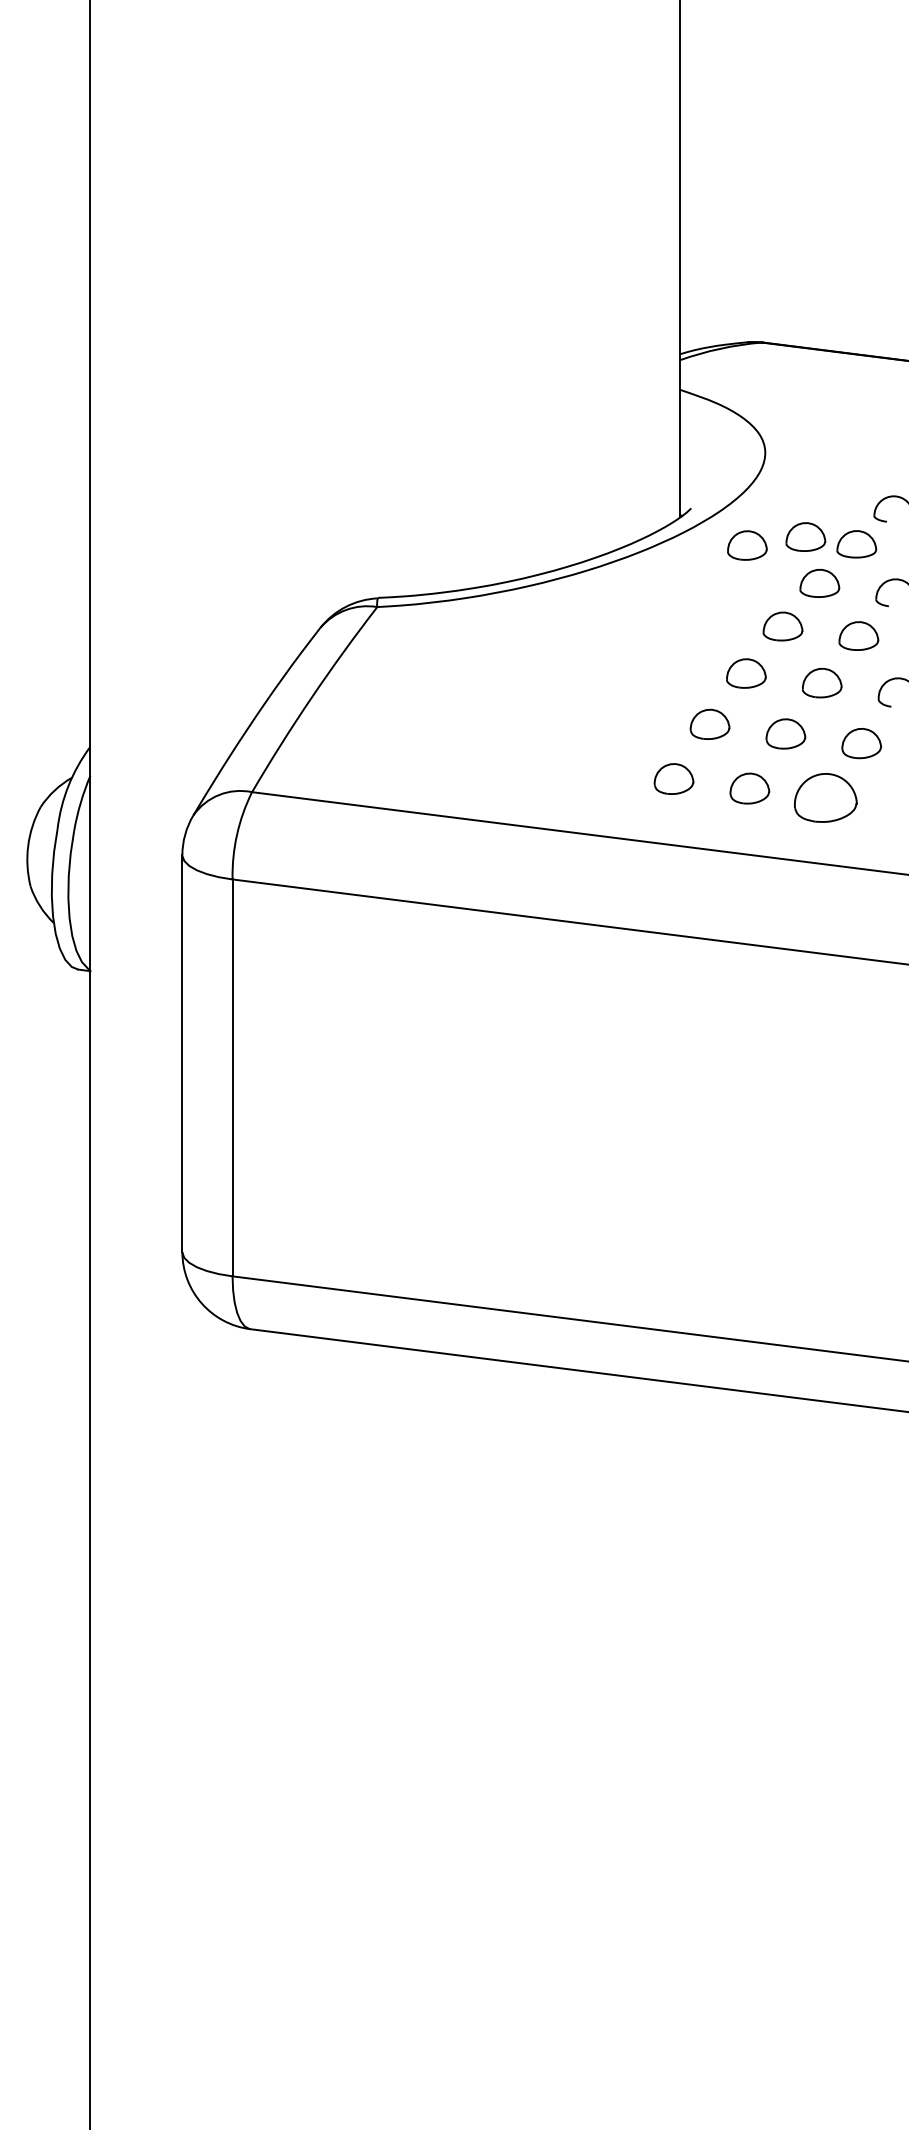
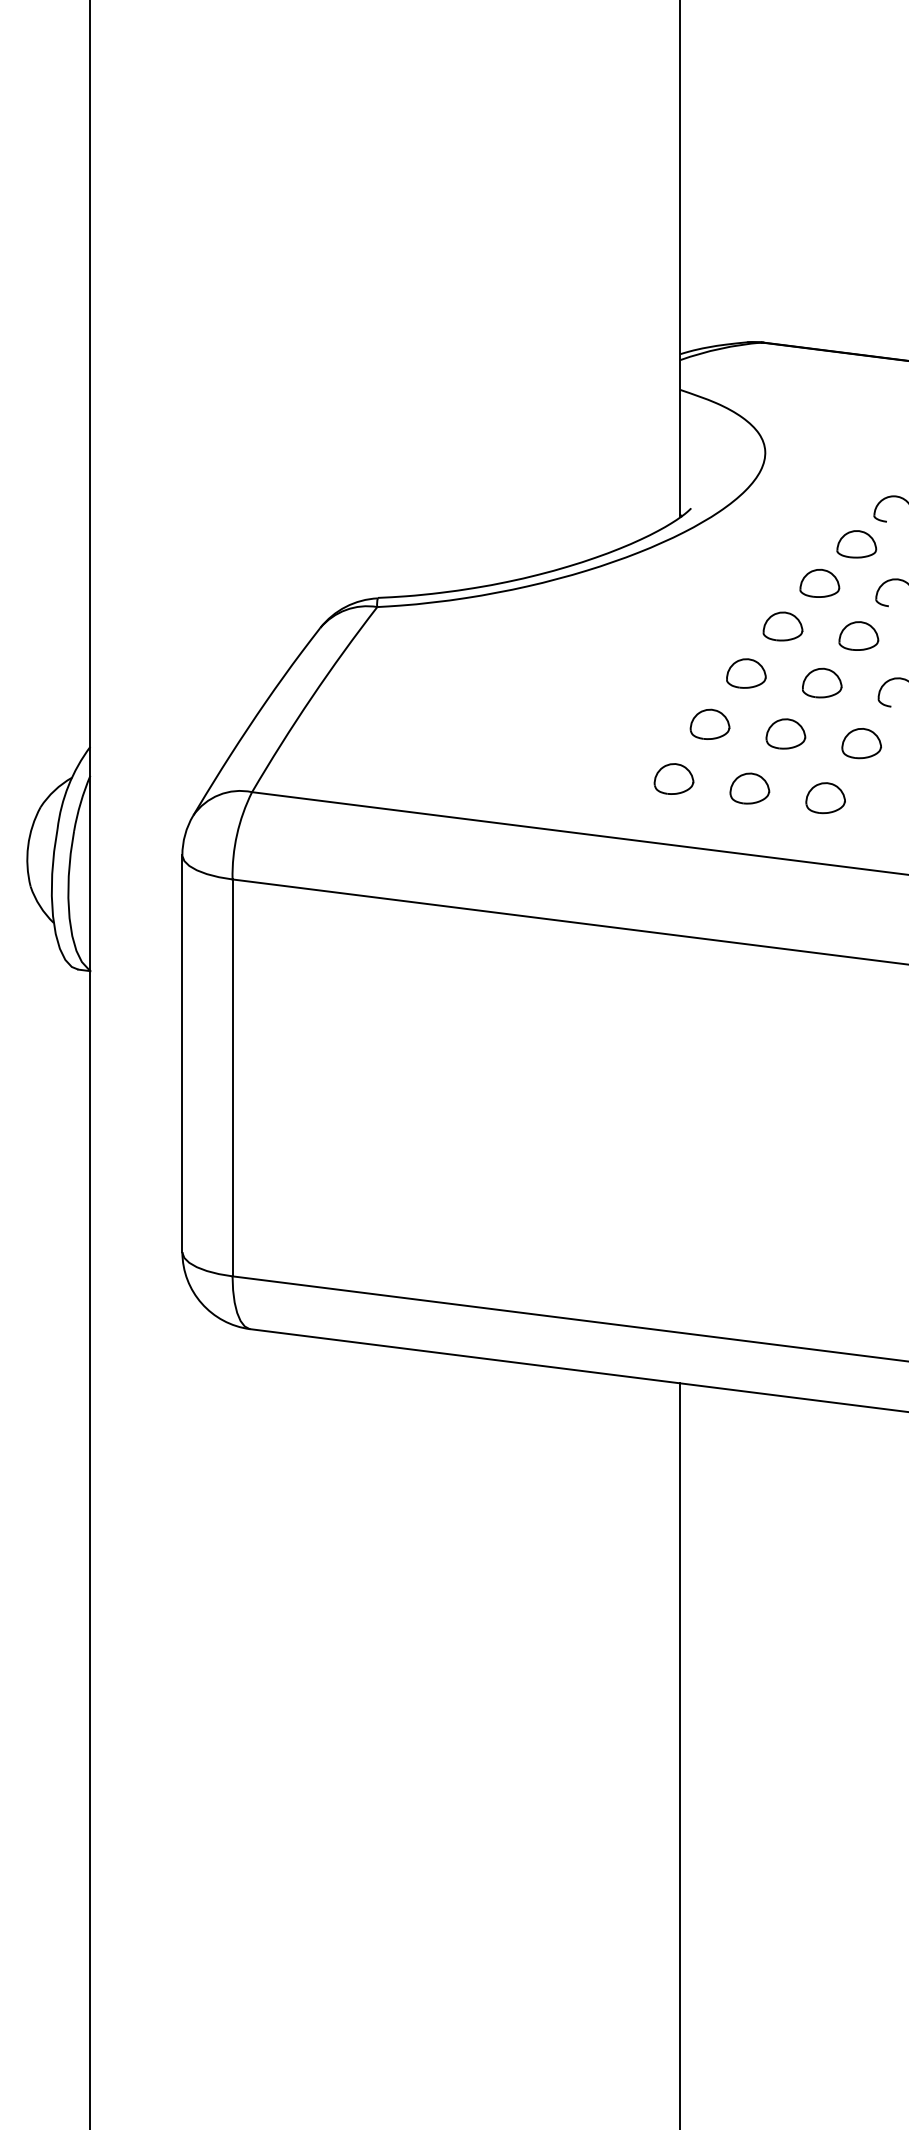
part at (805, 536): present -> none
part at (747, 545): present -> none
part at (825, 797) size: 64x50 px -> 41x33 px
line at (680, 1754): none -> present
